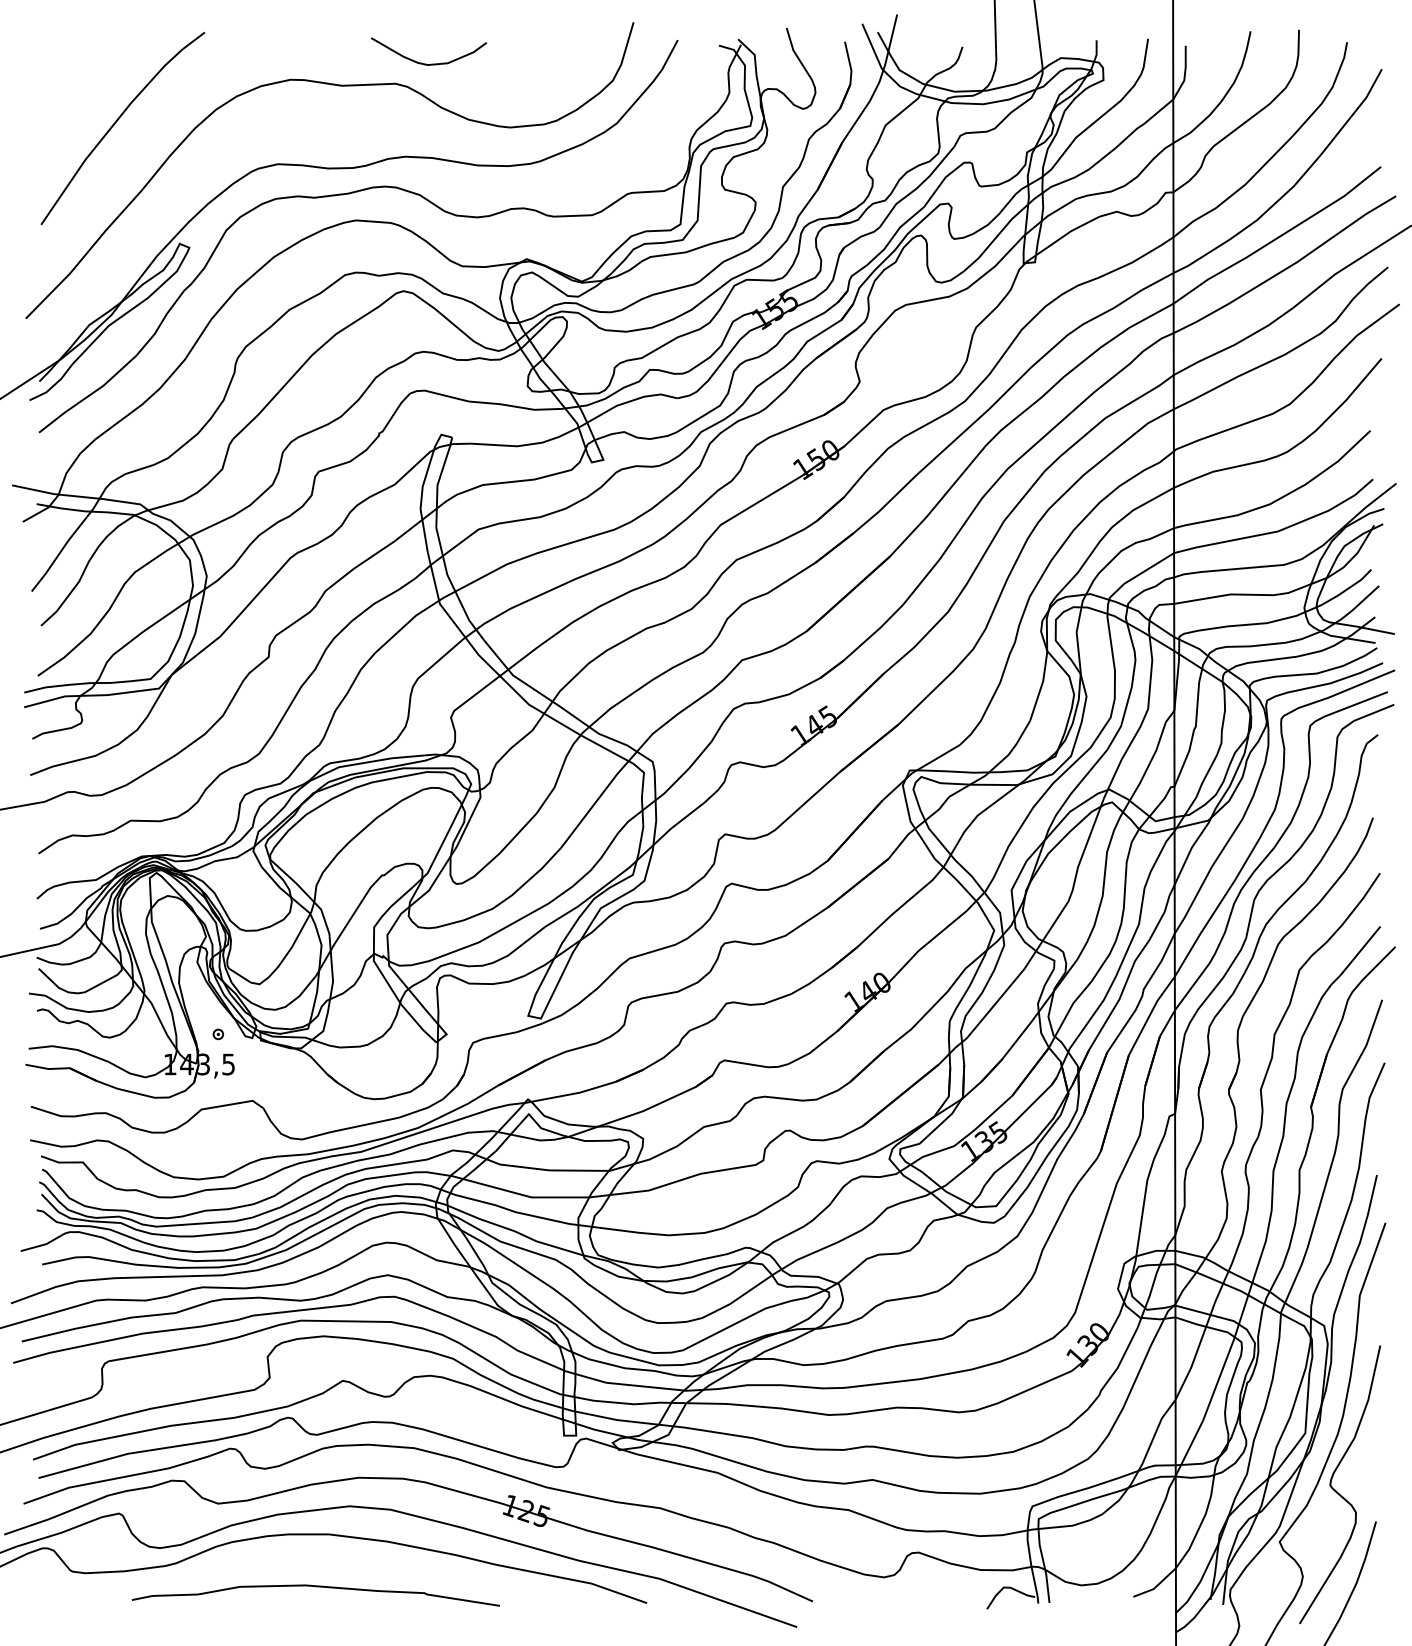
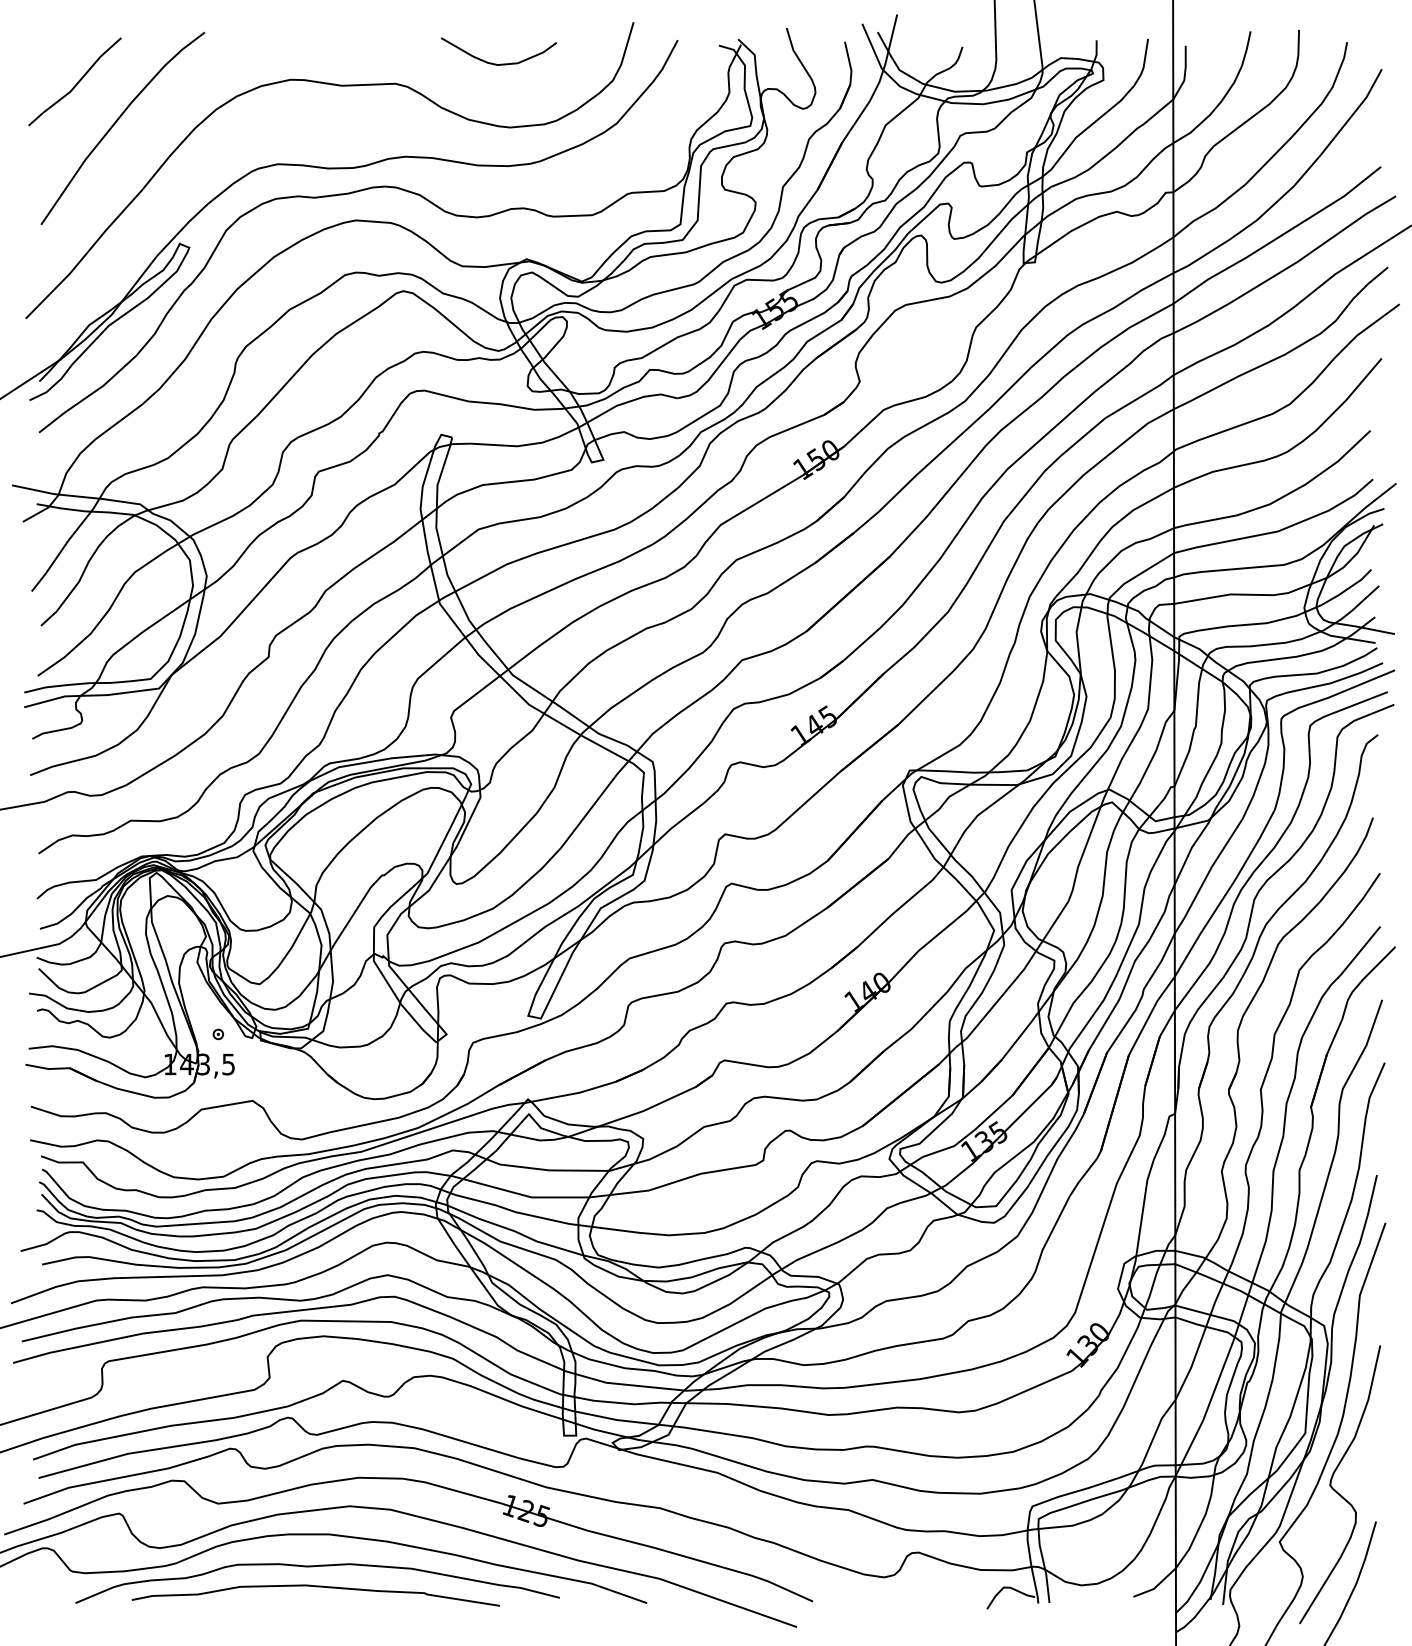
curve at (426, 63) position: (426, 63) -> (496, 63)
line at (76, 83): none -> present
curve at (313, 1567): none -> present
